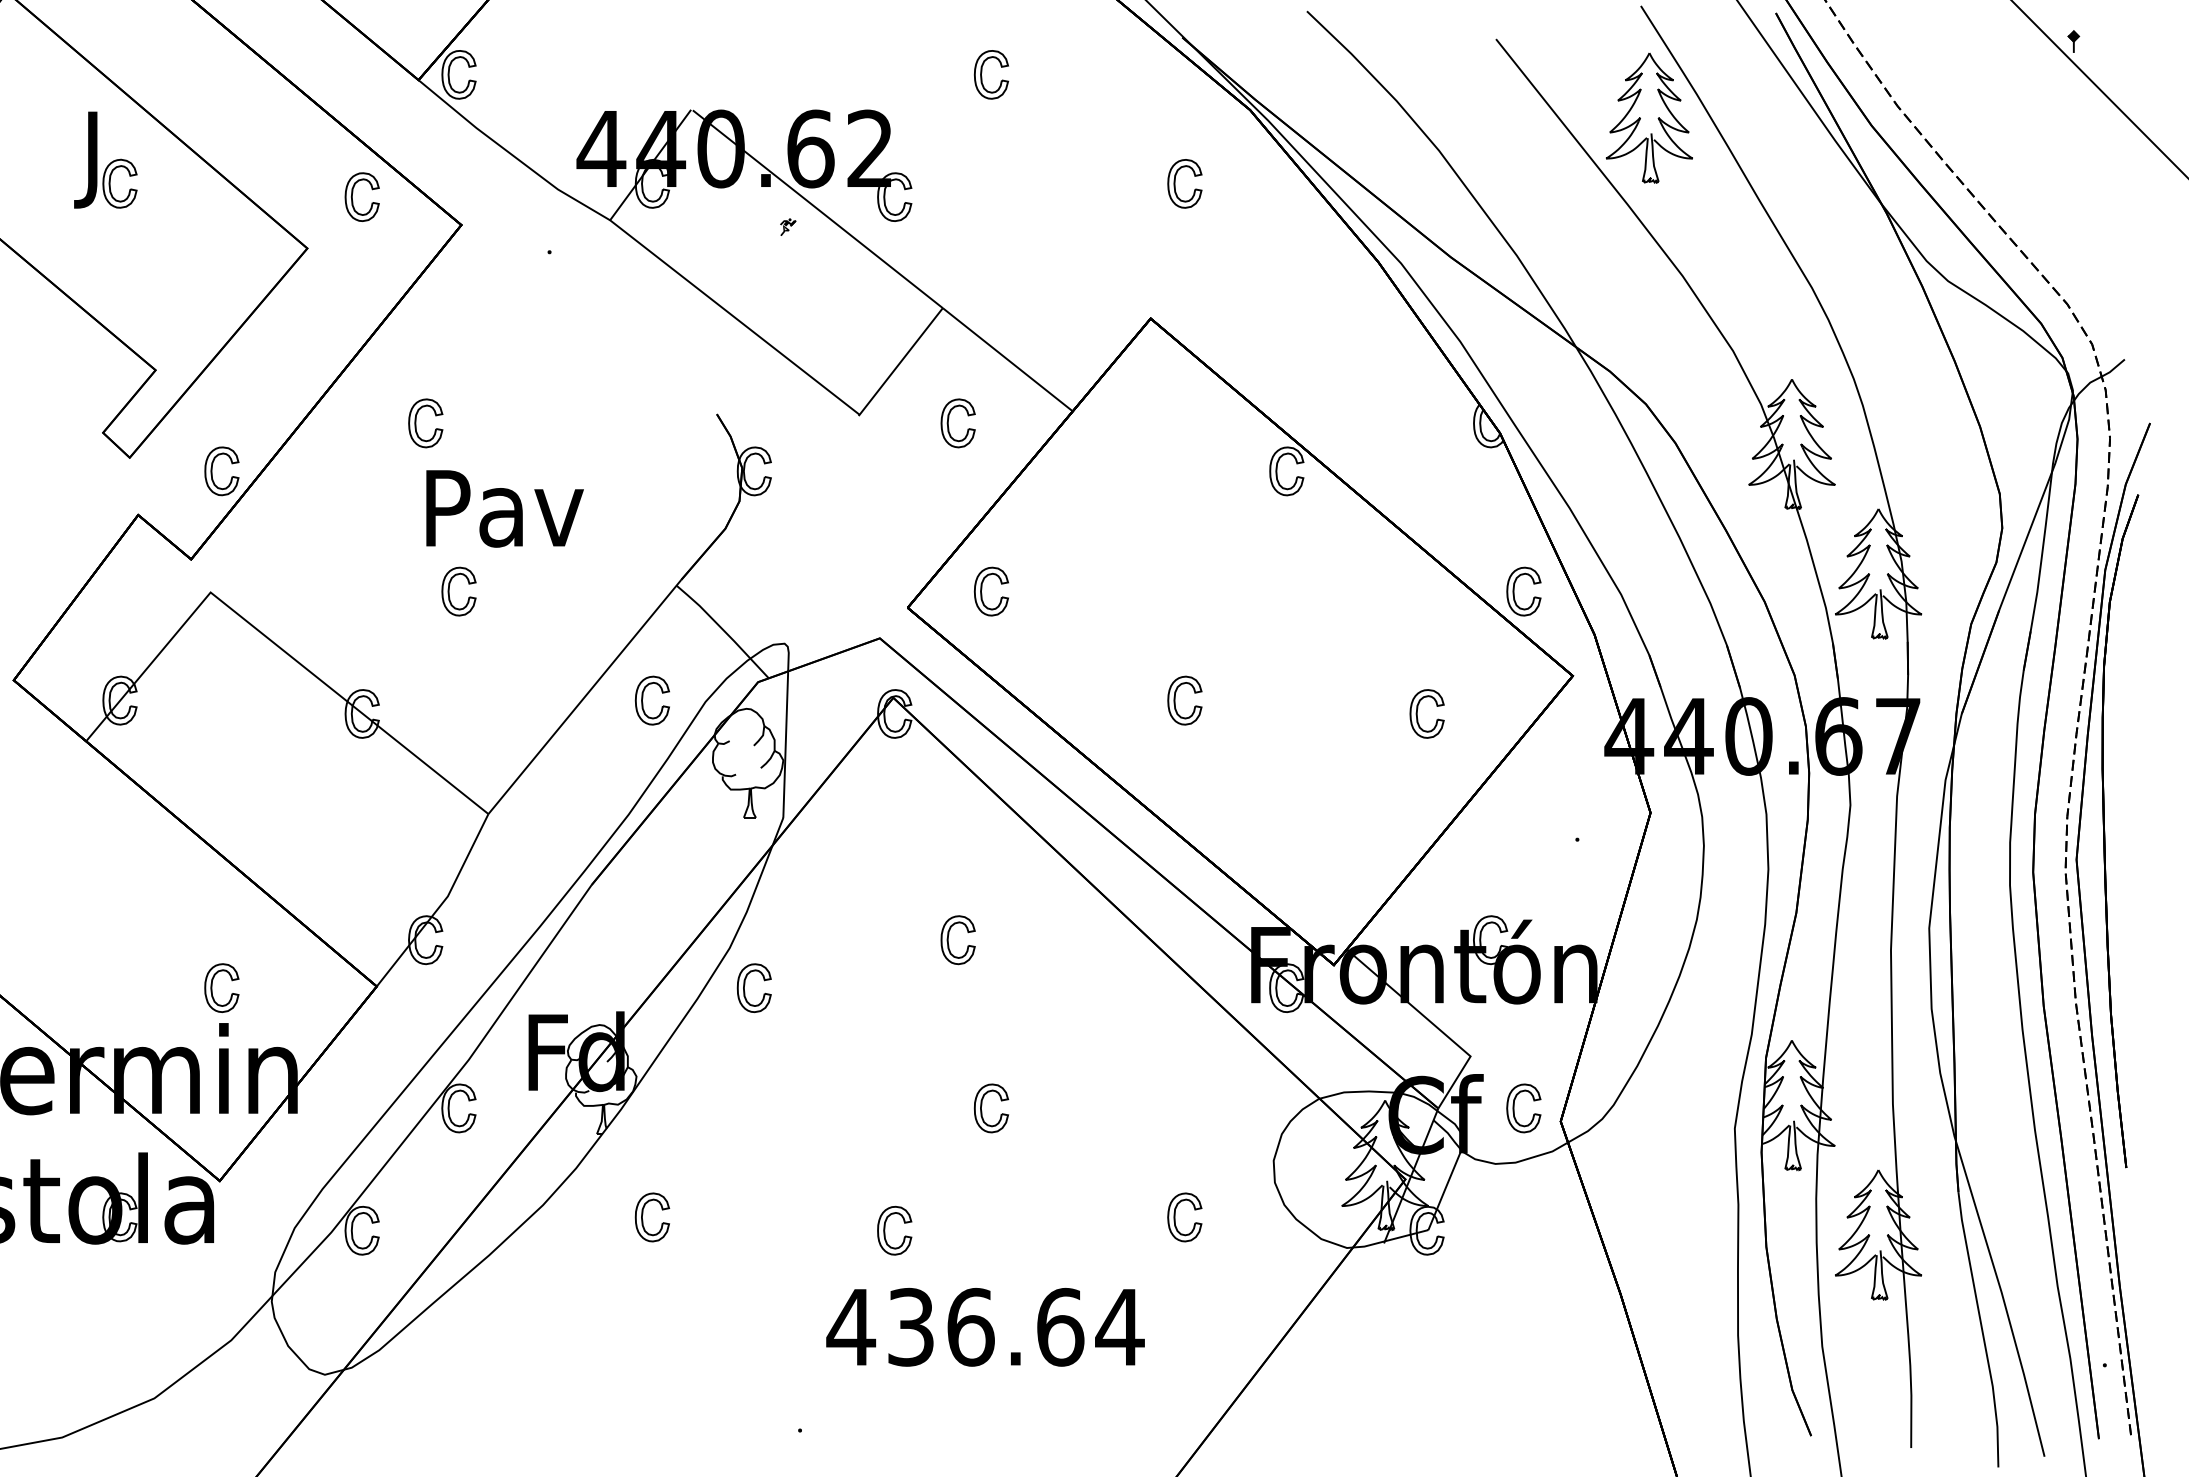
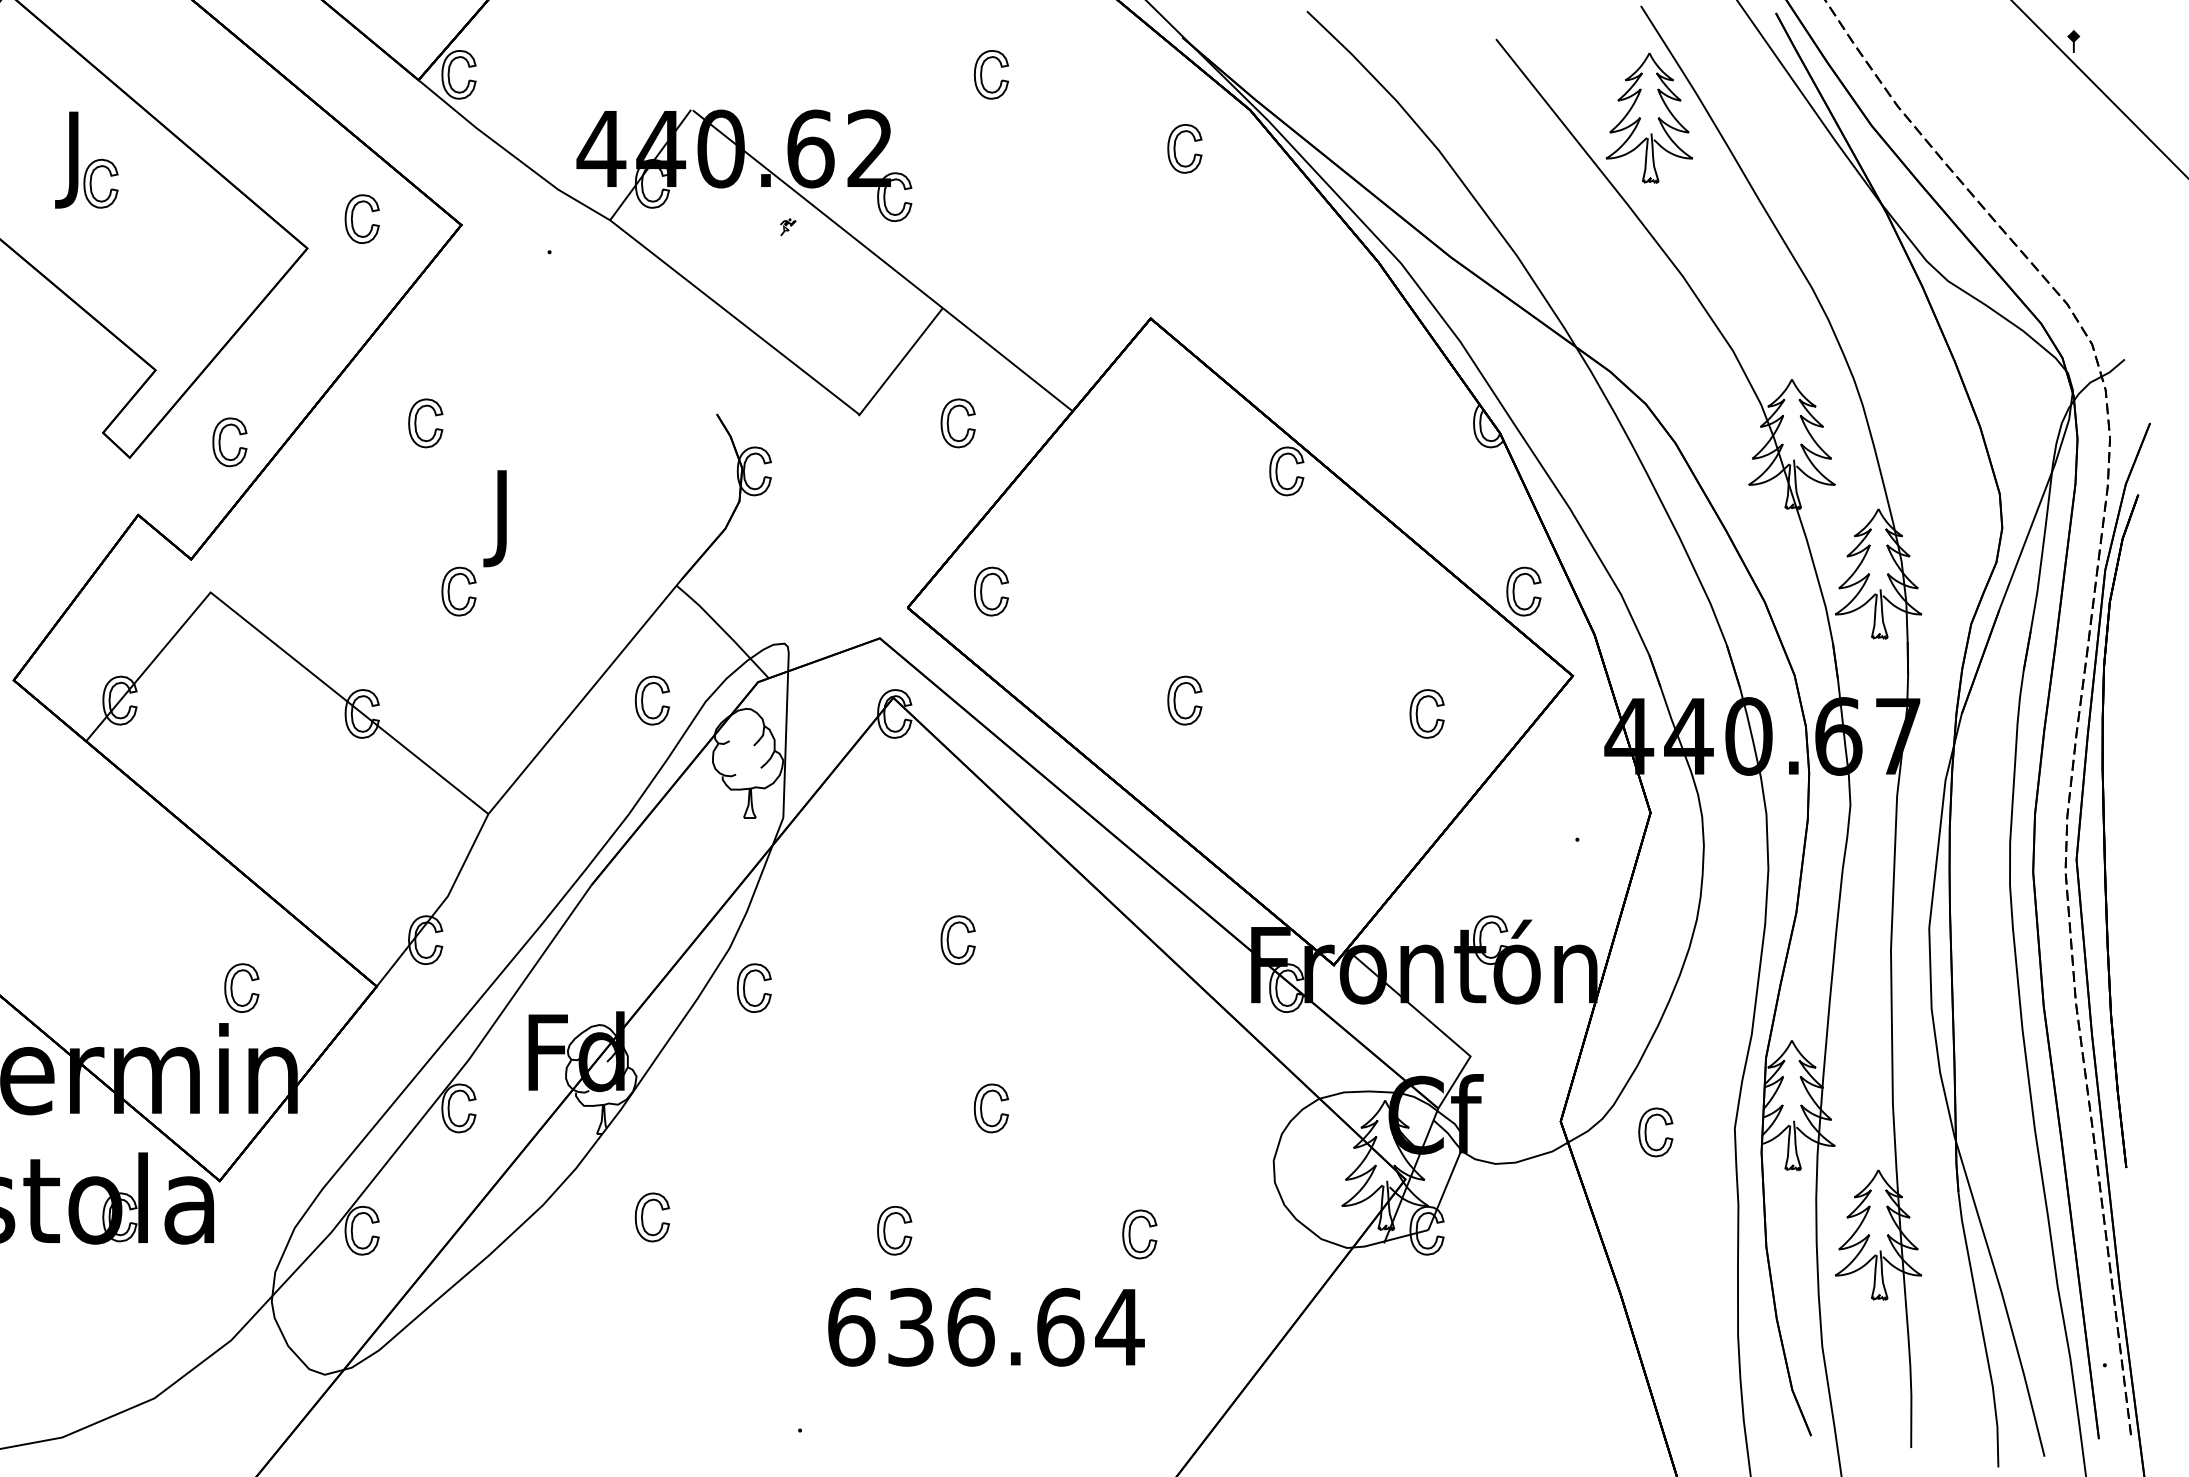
part at (105, 159) position: (105, 159) -> (86, 159)
part at (1175, 183) position: (1175, 183) -> (1175, 148)
part at (353, 192) position: (353, 192) -> (353, 214)
part at (212, 471) position: (212, 471) -> (220, 442)
text at (504, 518): Pav -> J
part at (212, 987) position: (212, 987) -> (232, 987)
part at (1514, 1108) position: (1514, 1108) -> (1646, 1132)
part at (1175, 1217) position: (1175, 1217) -> (1130, 1234)
text at (851, 1326): 436.64 -> 636.64
